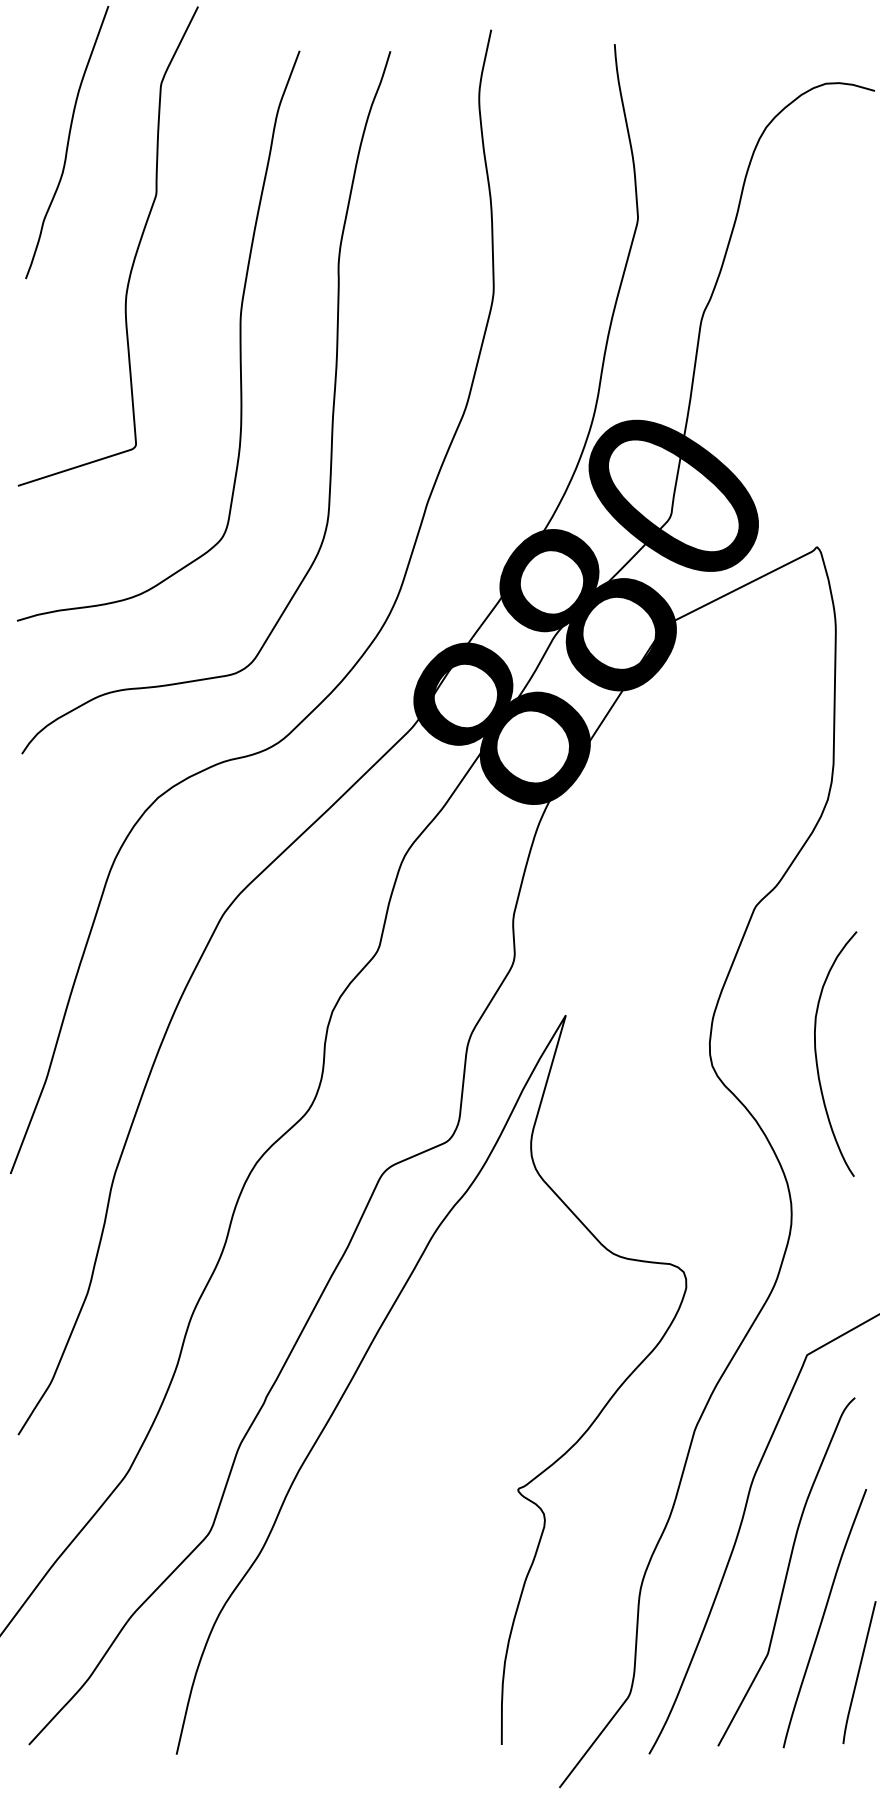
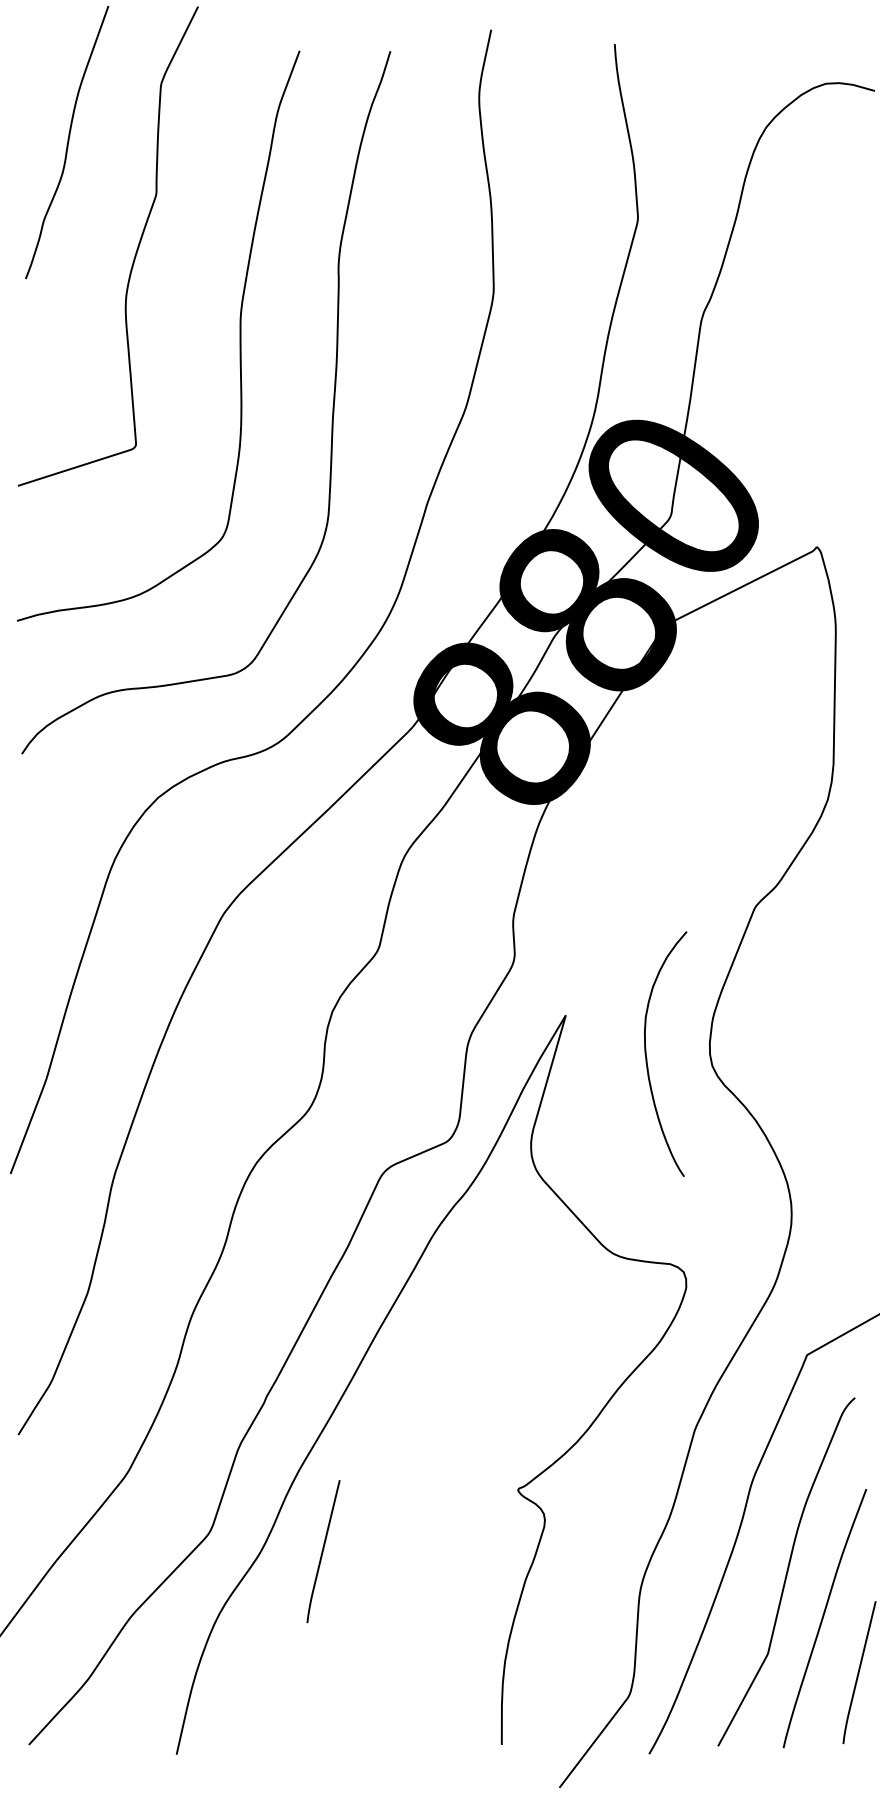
curve at (817, 1057) position: (817, 1057) -> (647, 1057)
curve at (323, 1551): none -> present
